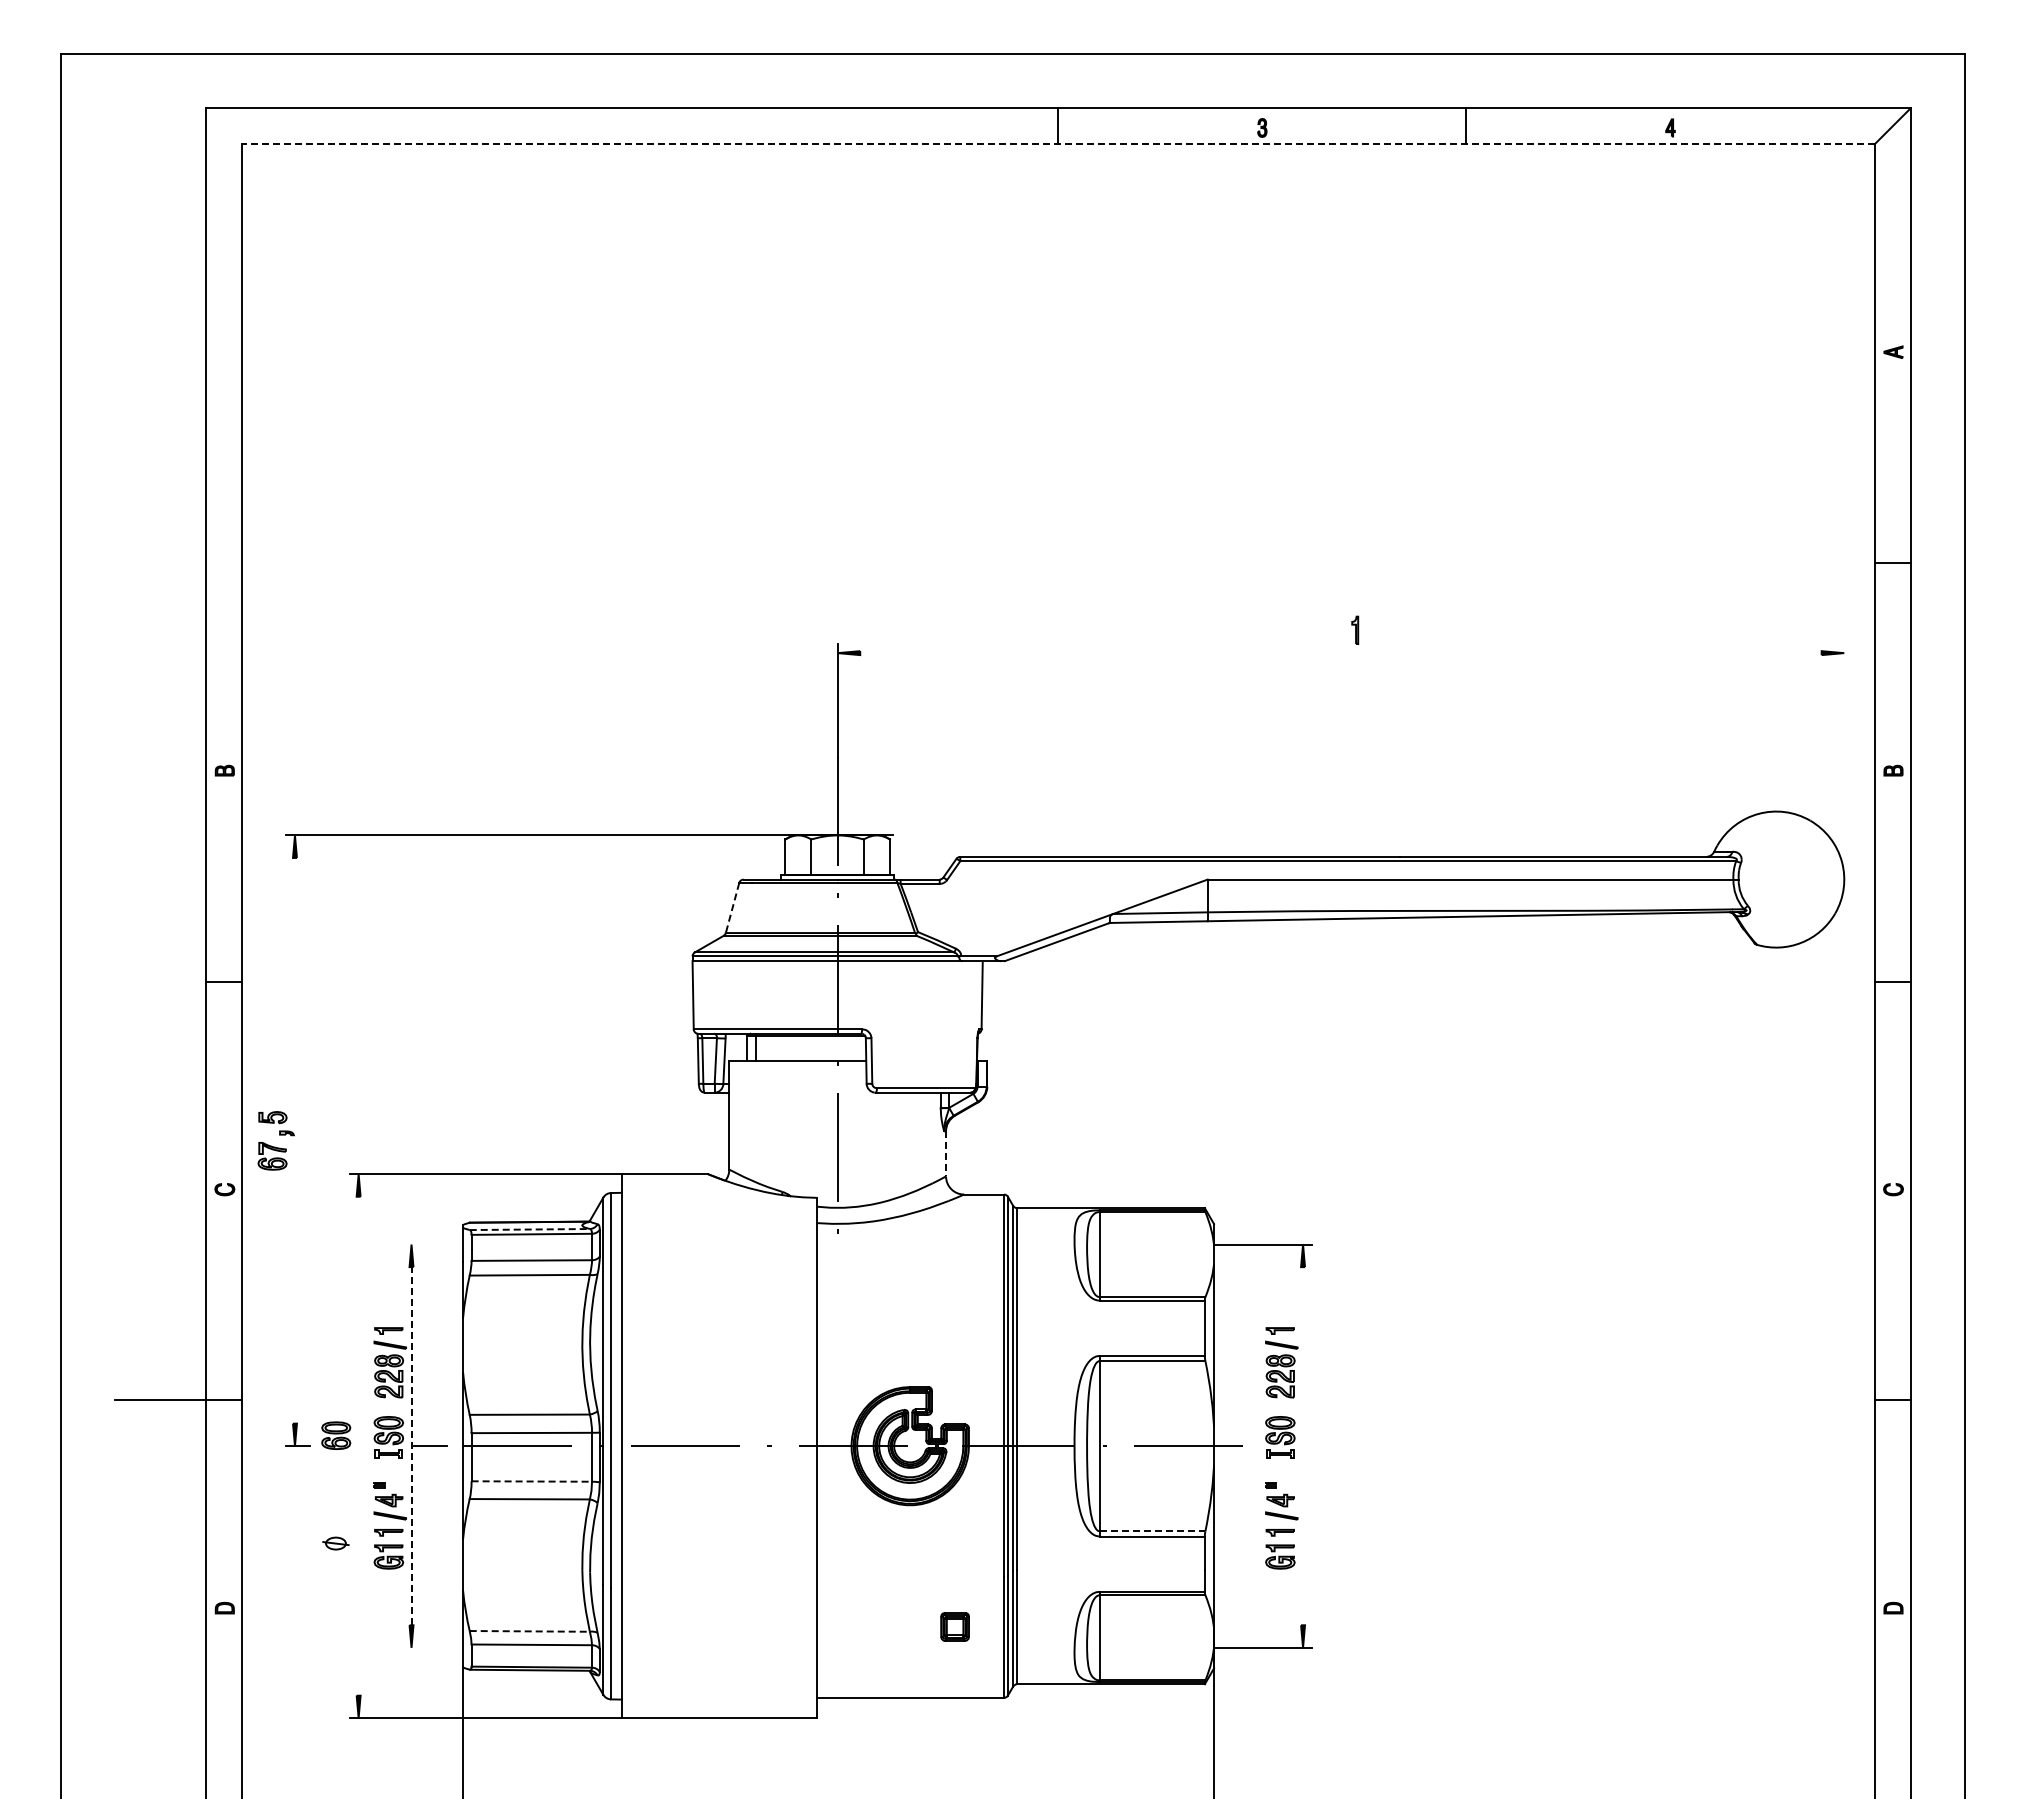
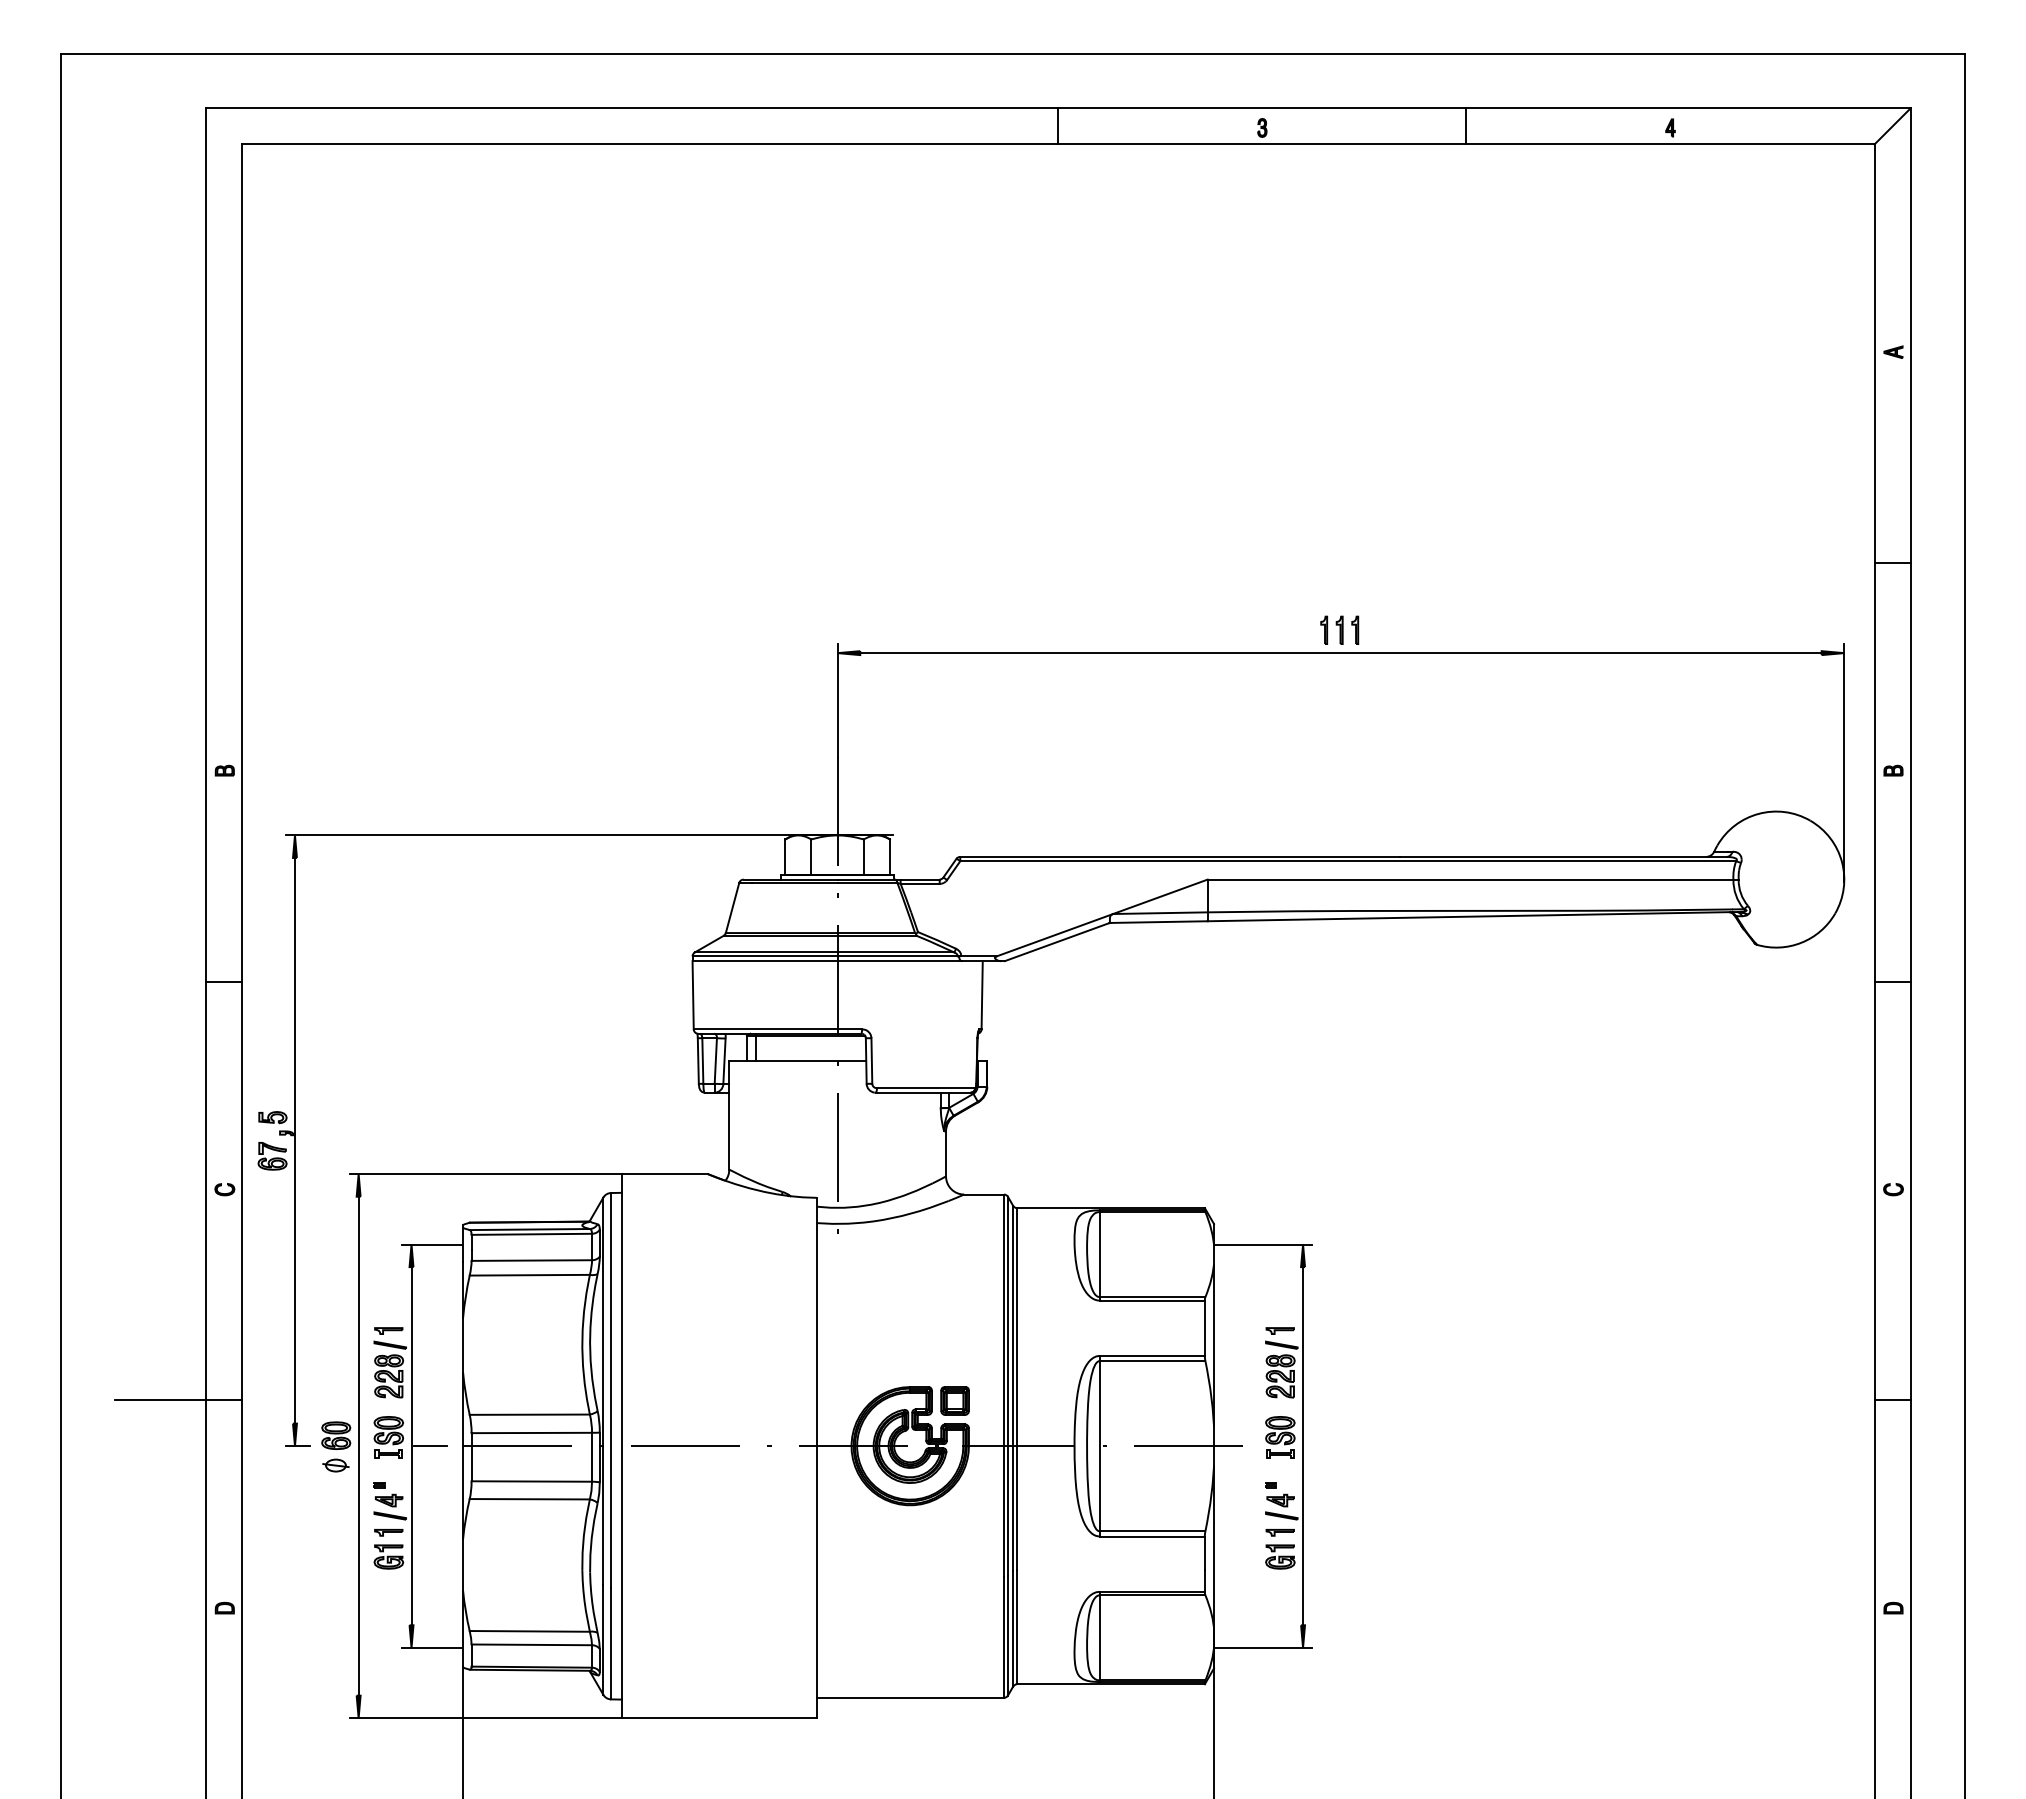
line at (1057, 144): dashed -> solid
part at (1331, 629): none -> present
line at (1340, 653): none -> present
line at (1844, 763): none -> present
line at (732, 908): dashed -> solid
line at (294, 1140): none -> present
line at (946, 1153): dashed -> solid
line at (530, 1229): dashed -> solid
line at (431, 1244): none -> present
line at (358, 1445): none -> present
line at (411, 1445): dashed -> solid
line at (1303, 1446): none -> present
line at (532, 1481): dashed -> solid
line at (1152, 1531): dashed -> solid
part at (335, 1543) position: (335, 1543) -> (335, 1465)
part at (954, 1626) position: (954, 1626) -> (954, 1400)
line at (530, 1631): dashed -> solid
line at (431, 1647): none -> present
